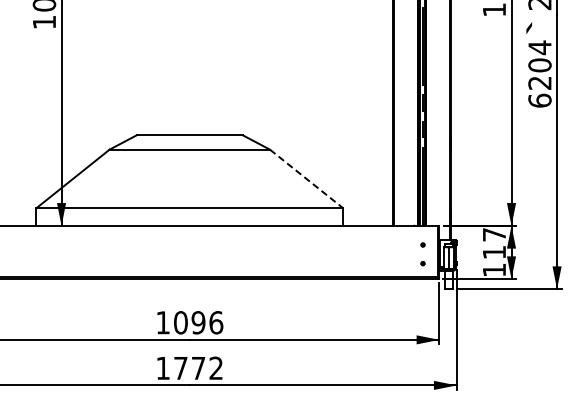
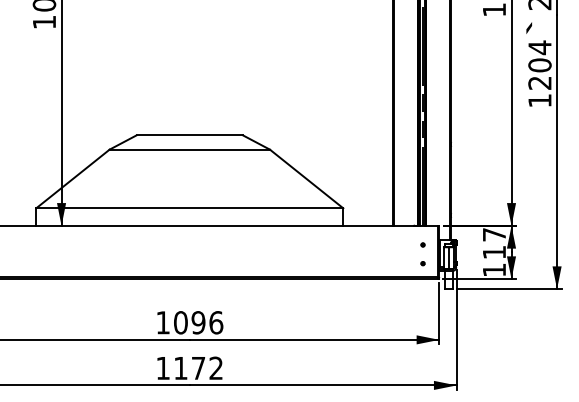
text at (539, 100): 6204 -> 1204
line at (306, 178): dashed -> solid
text at (180, 368): 1772 -> 1172
